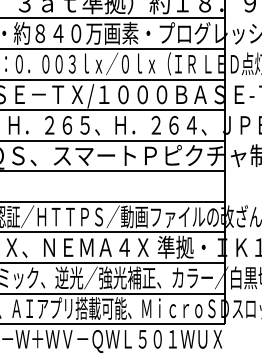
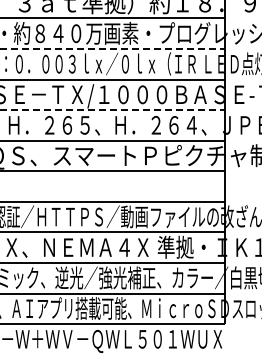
line at (113, 49): solid -> dashed
line at (113, 110): solid -> dashed
